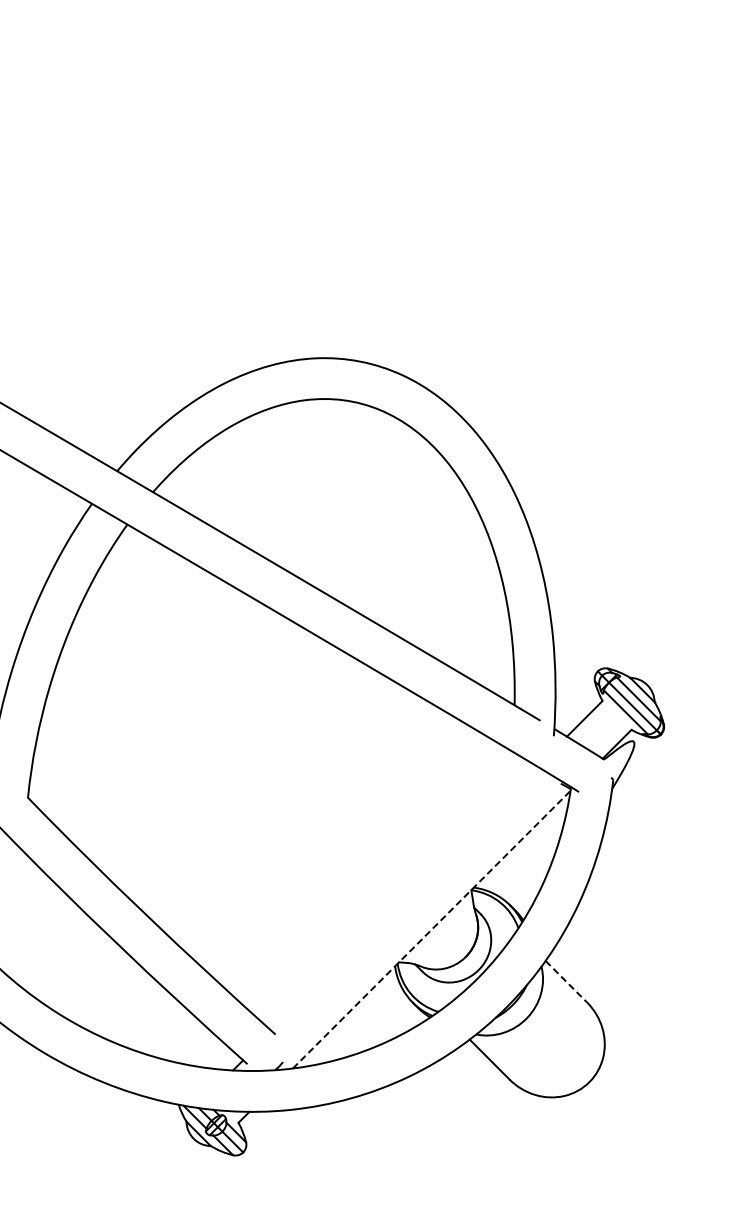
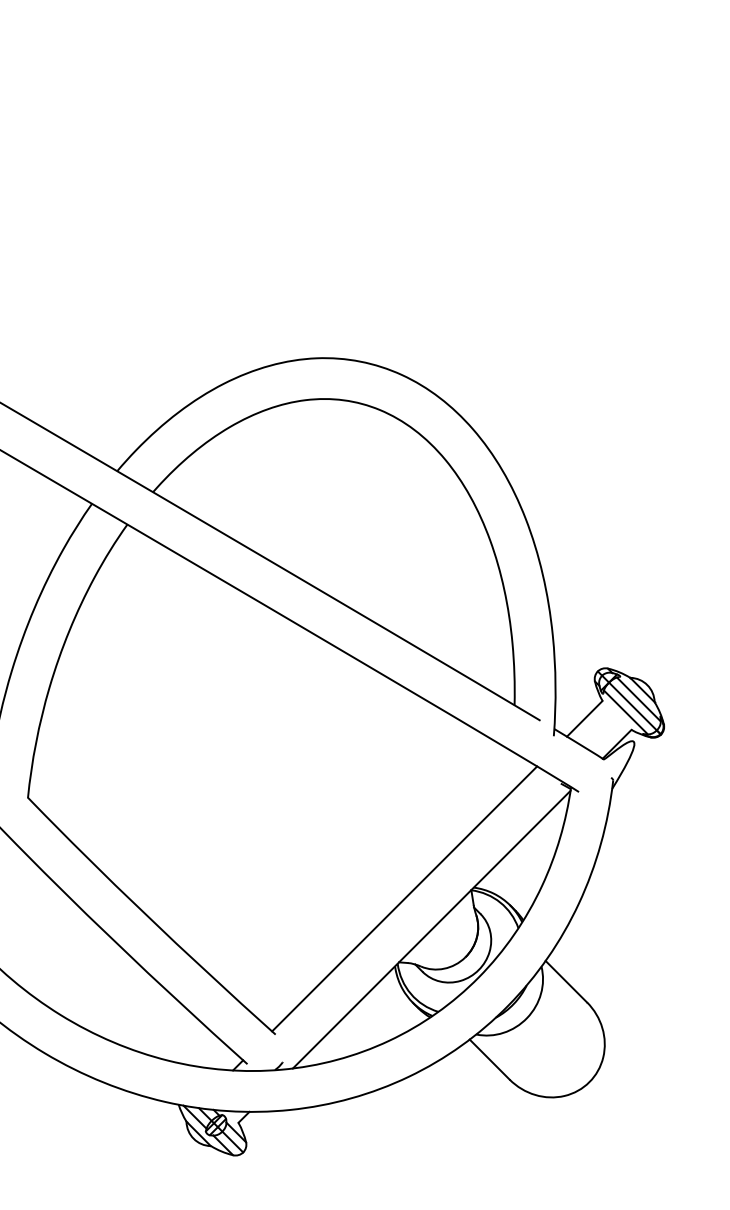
line at (404, 898): none -> present
line at (432, 929): dashed -> solid
line at (566, 982): dashed -> solid
